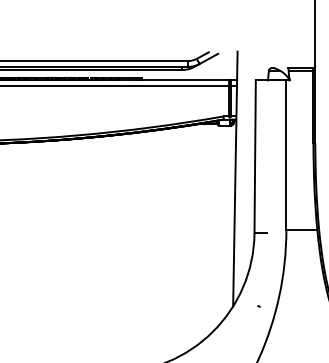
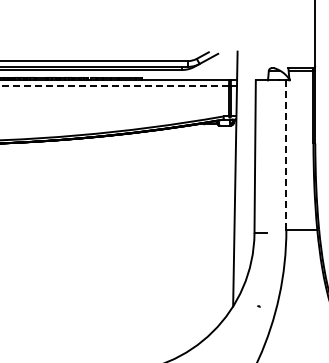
line at (114, 85): solid -> dashed
line at (286, 155): solid -> dashed
